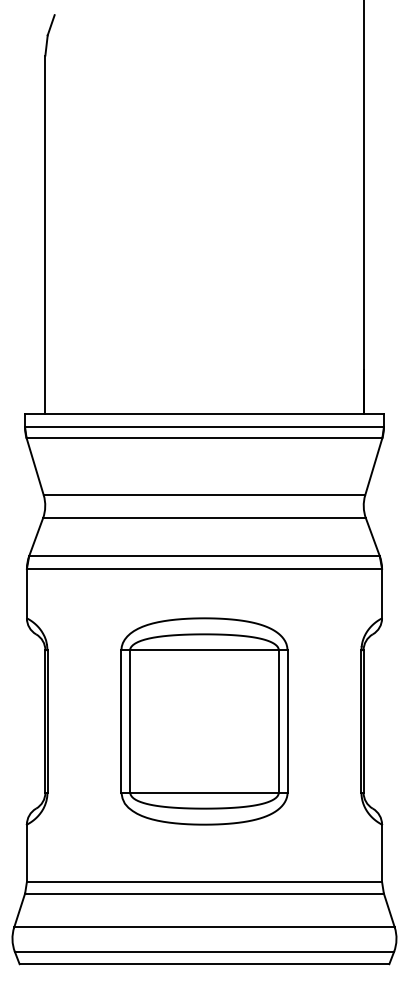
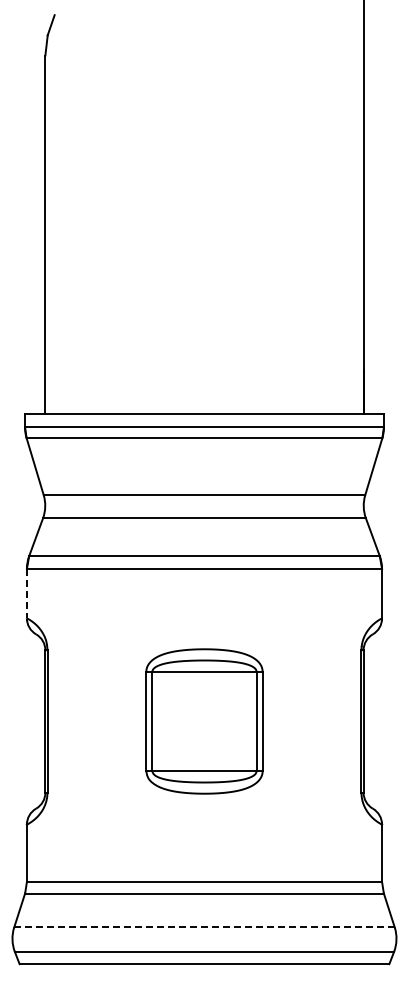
line at (26, 593): solid -> dashed
part at (204, 721) size: 169x209 px -> 119x147 px
line at (204, 927): solid -> dashed
